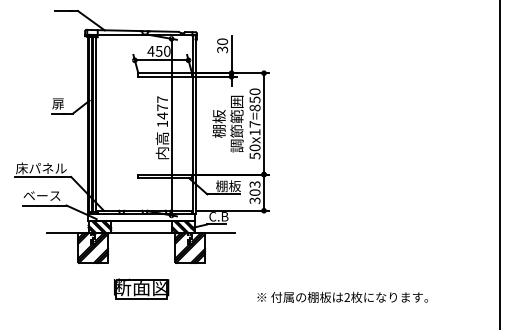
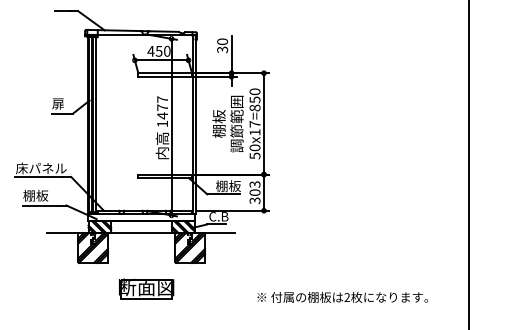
line at (499, 164) position: (499, 164) -> (468, 164)
text at (41, 195): ベース -> 棚板
part at (141, 288) position: (141, 288) -> (146, 288)
